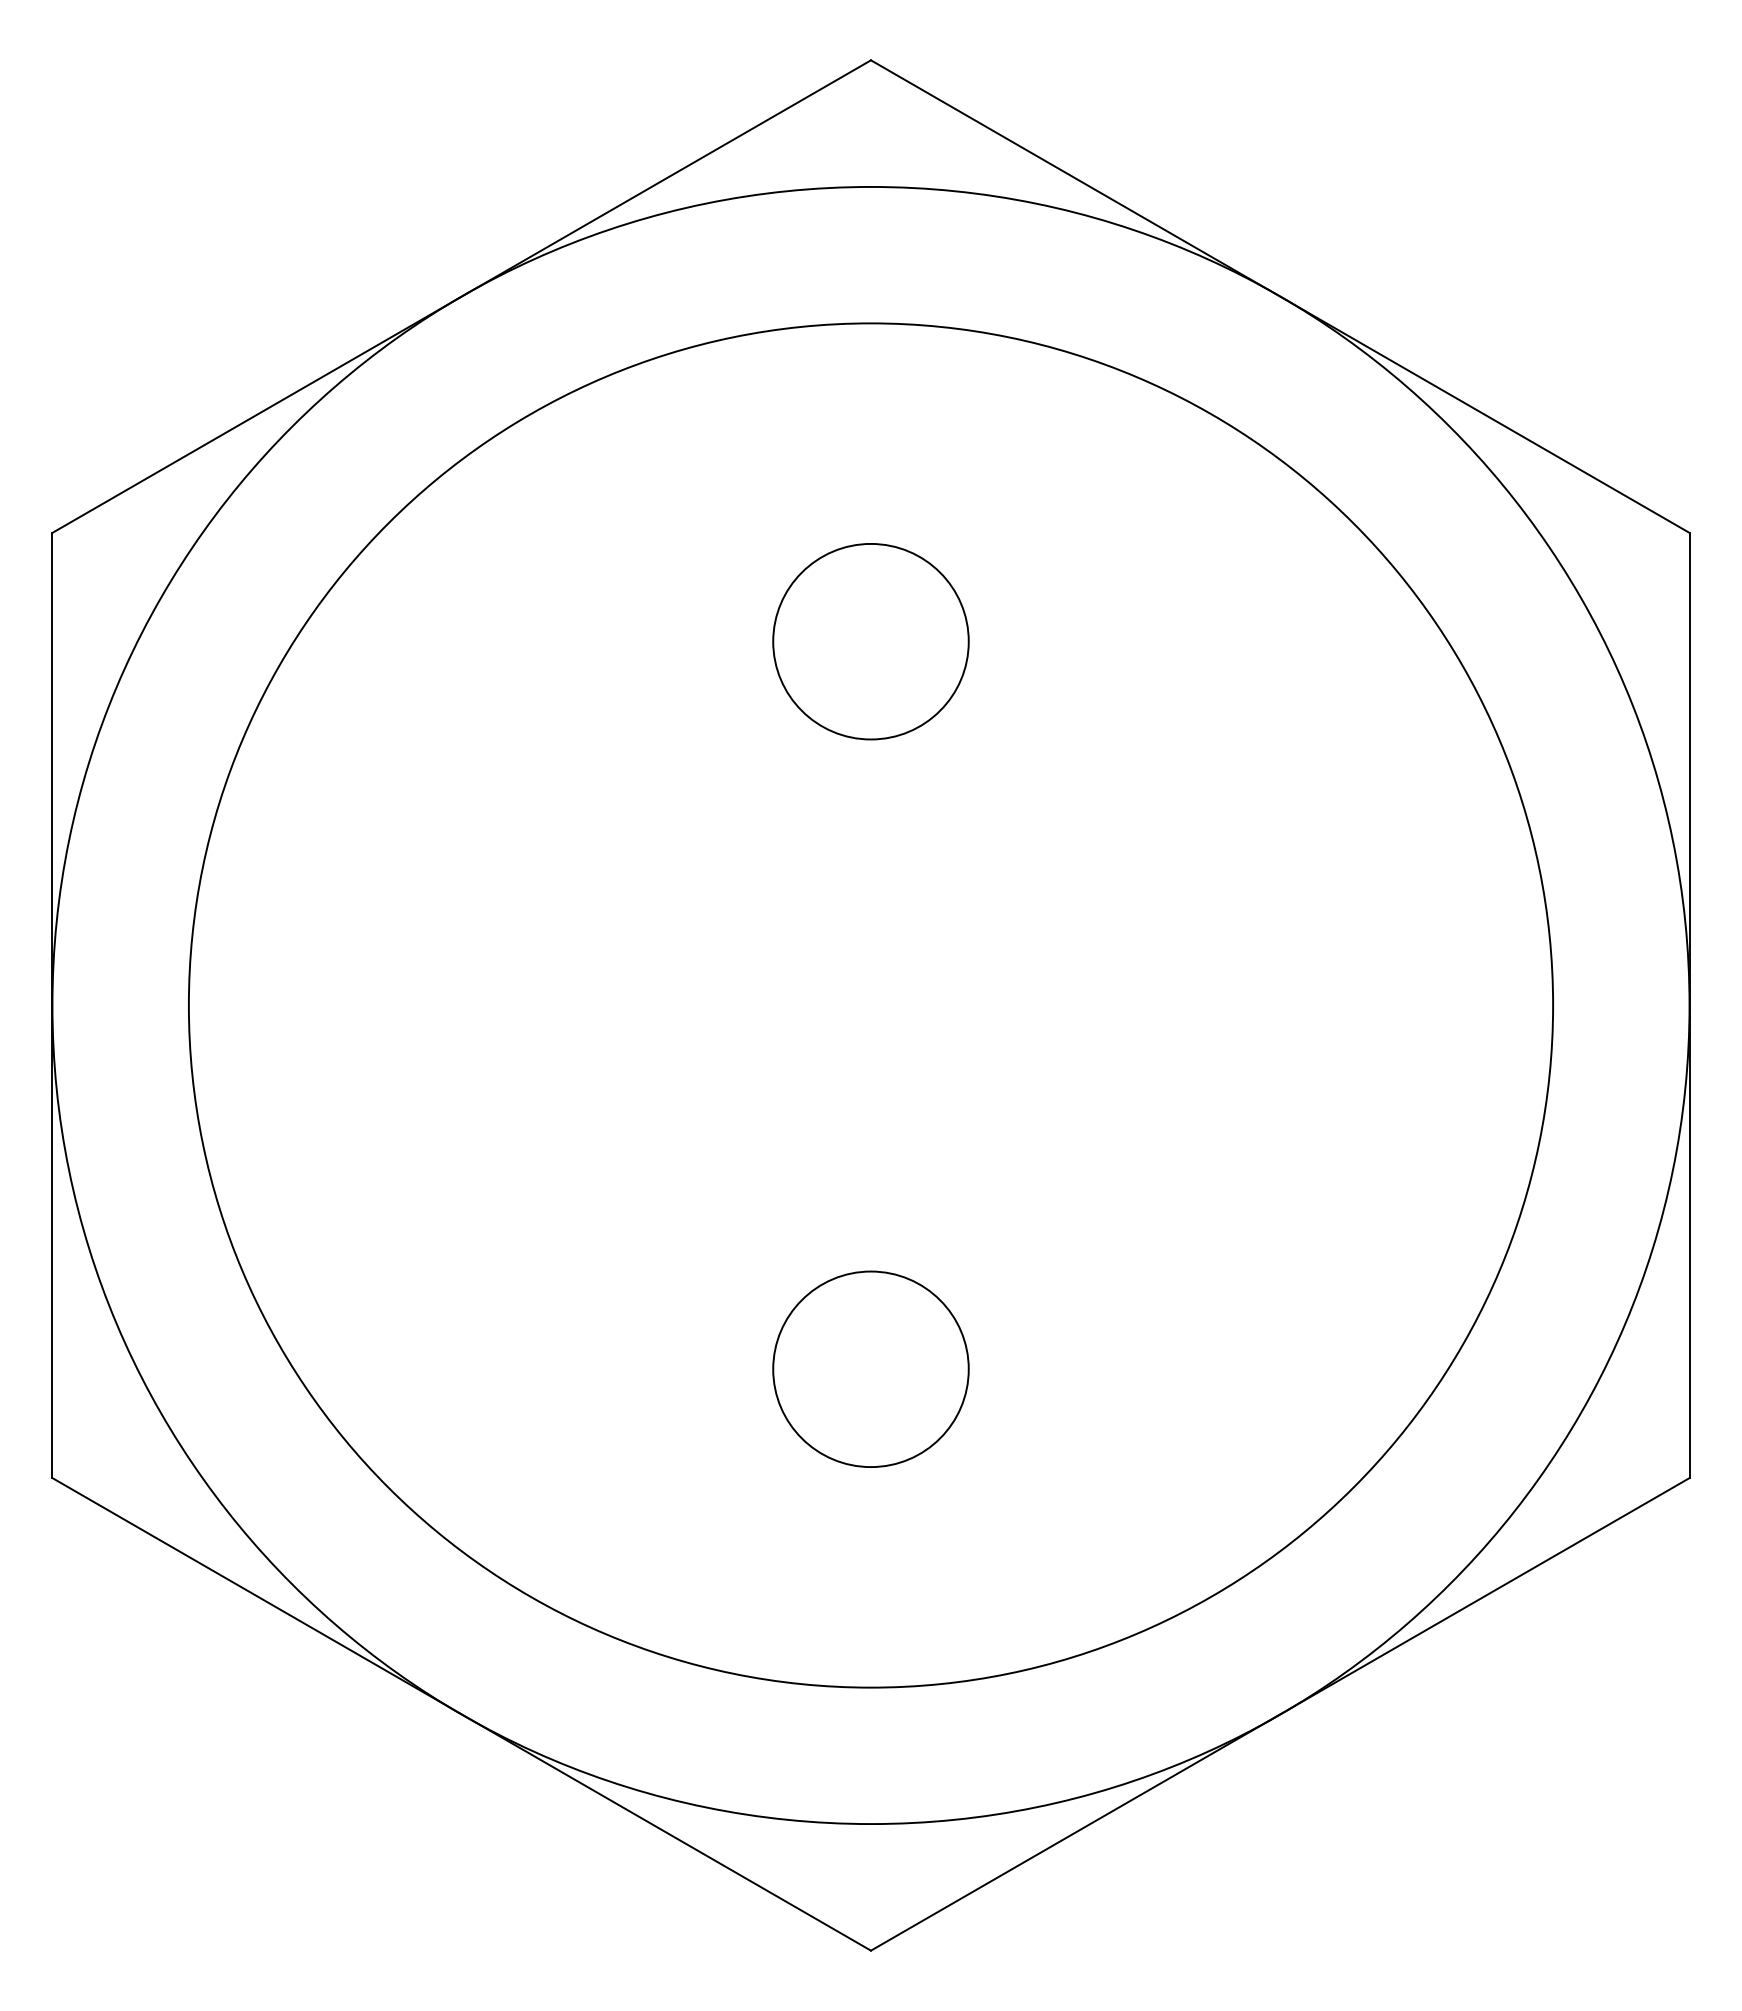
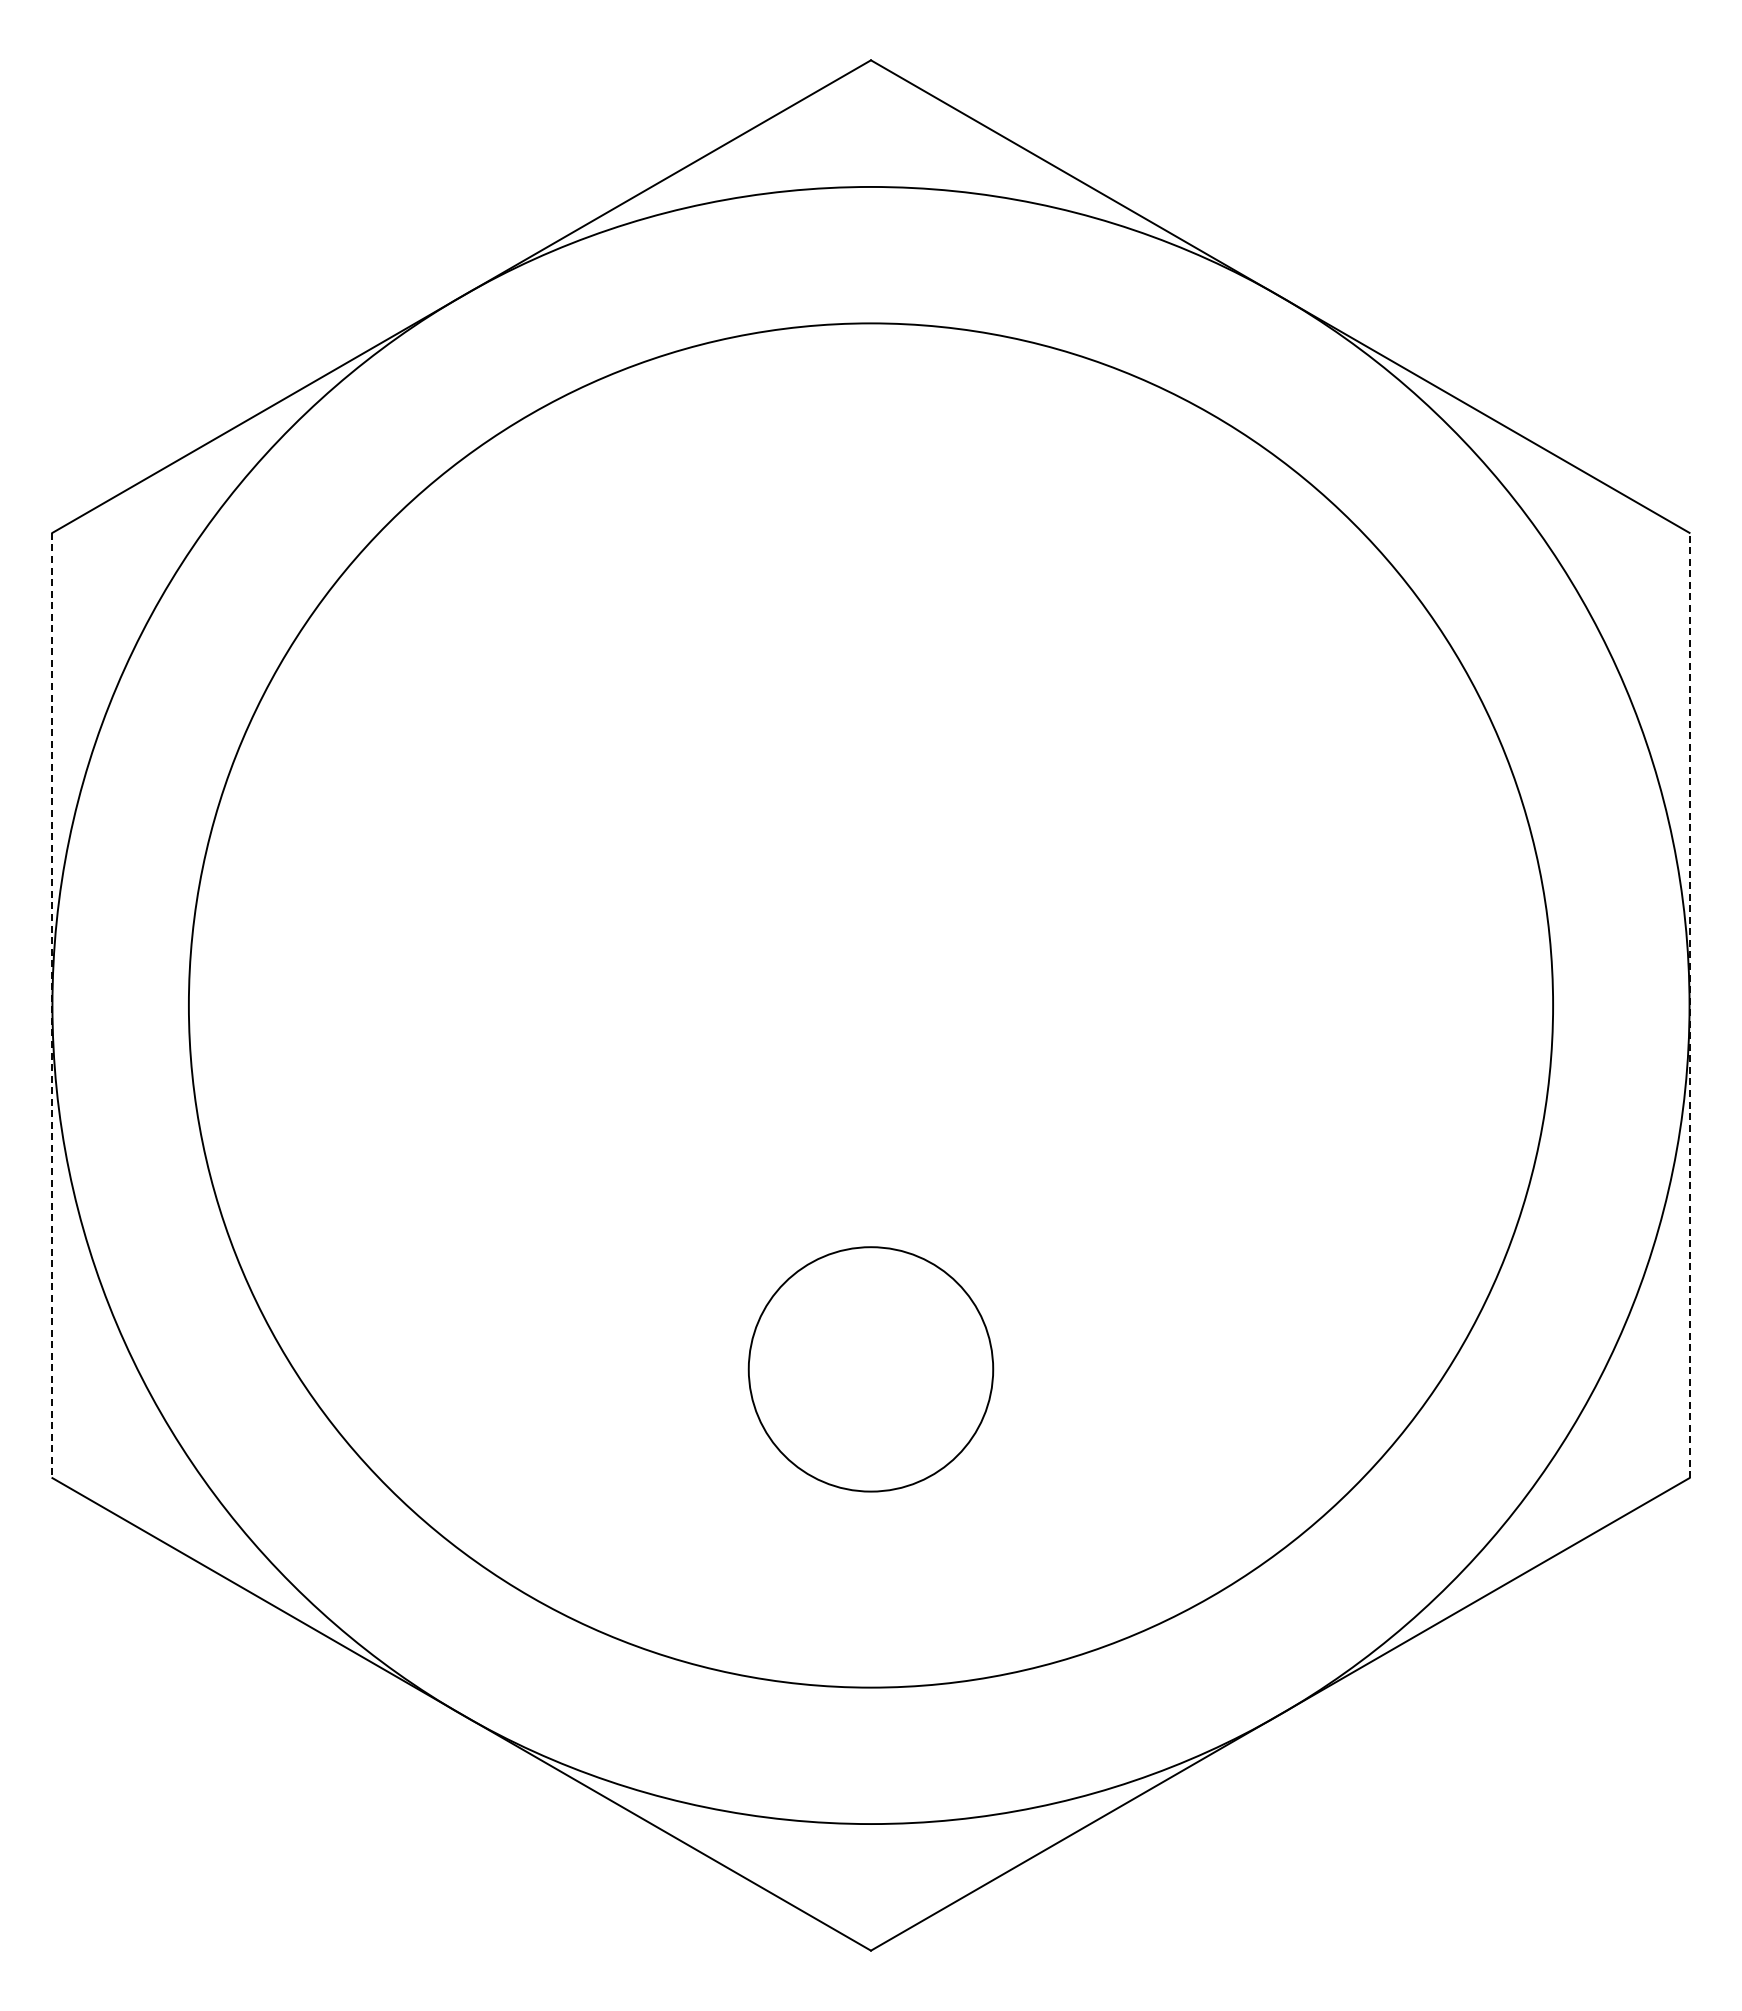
circle at (870, 641): present -> none
line at (52, 1005): solid -> dashed
line at (1689, 1005): solid -> dashed
circle at (870, 1368) size: 198x198 px -> 248x247 px
